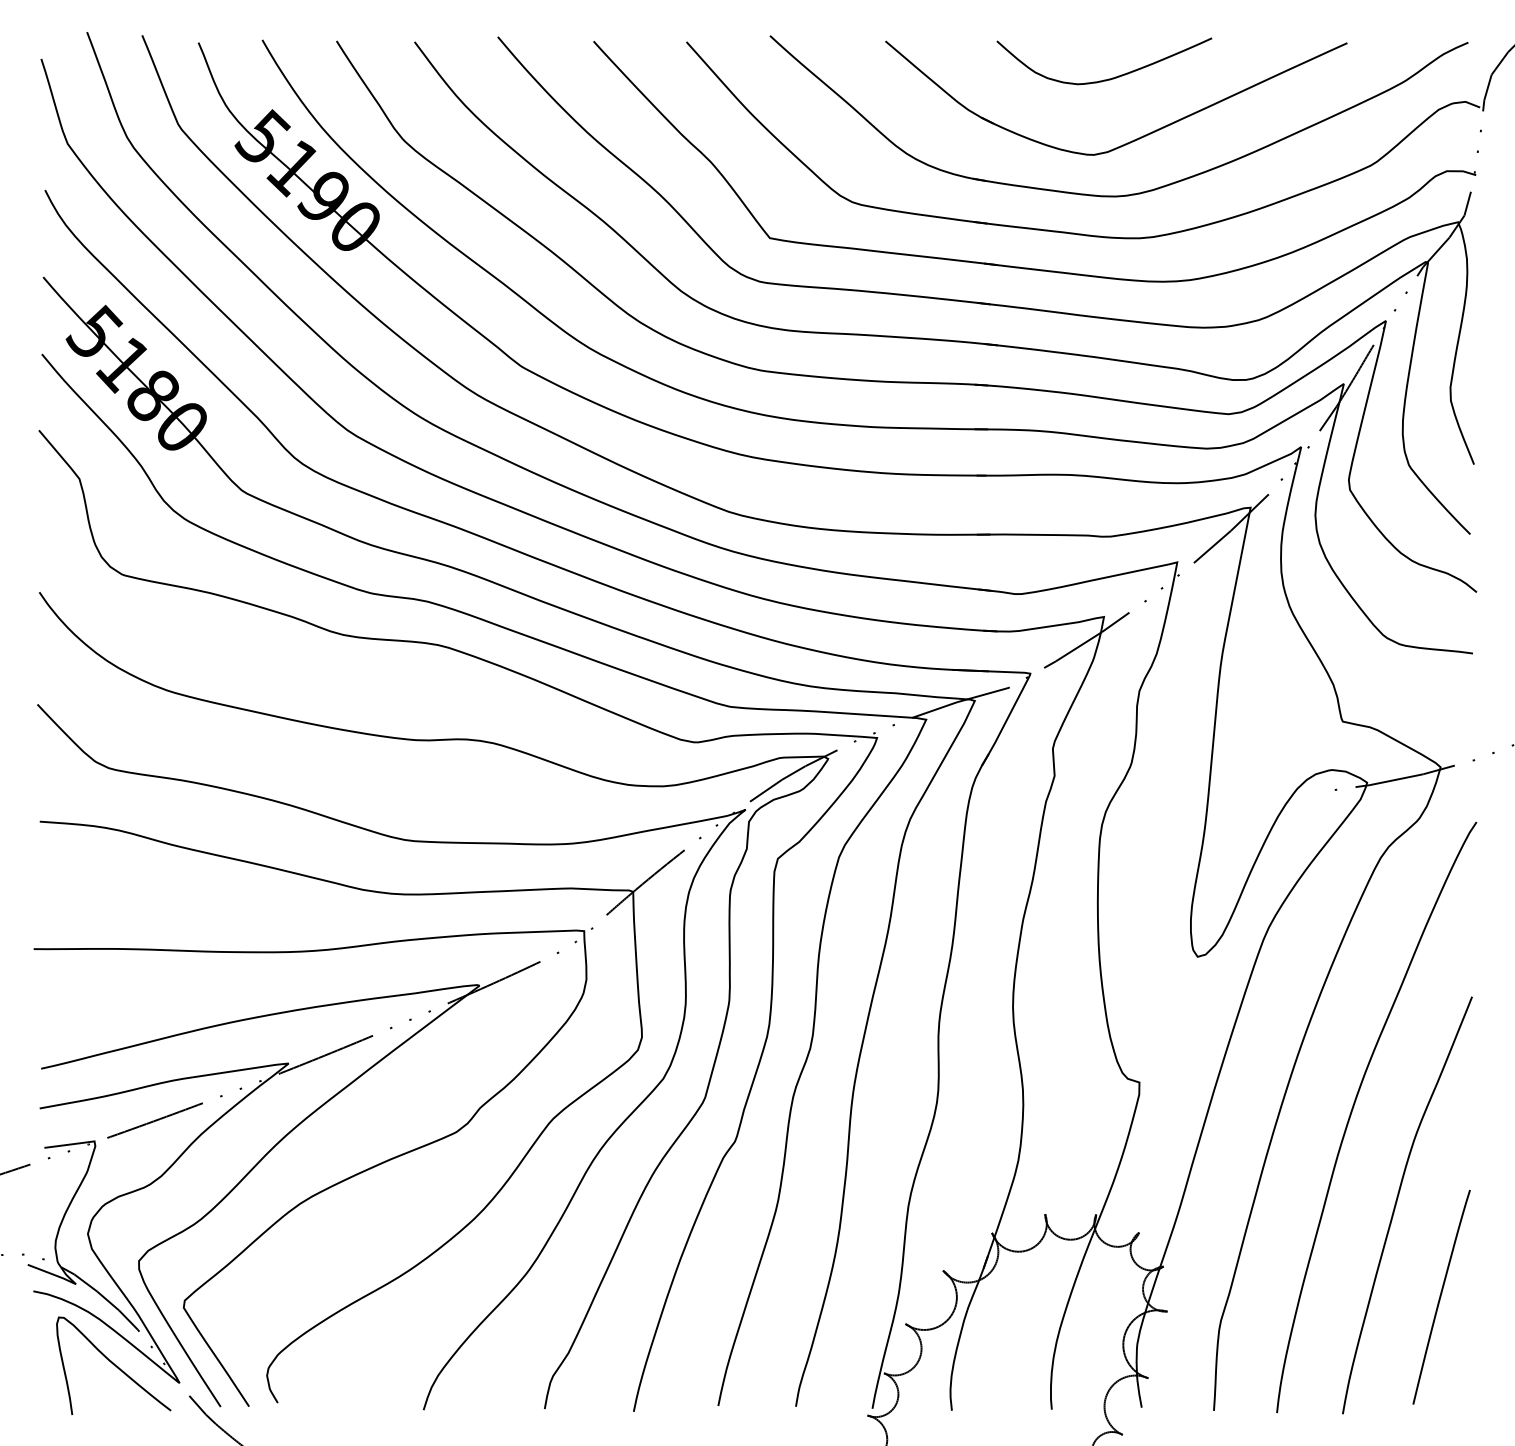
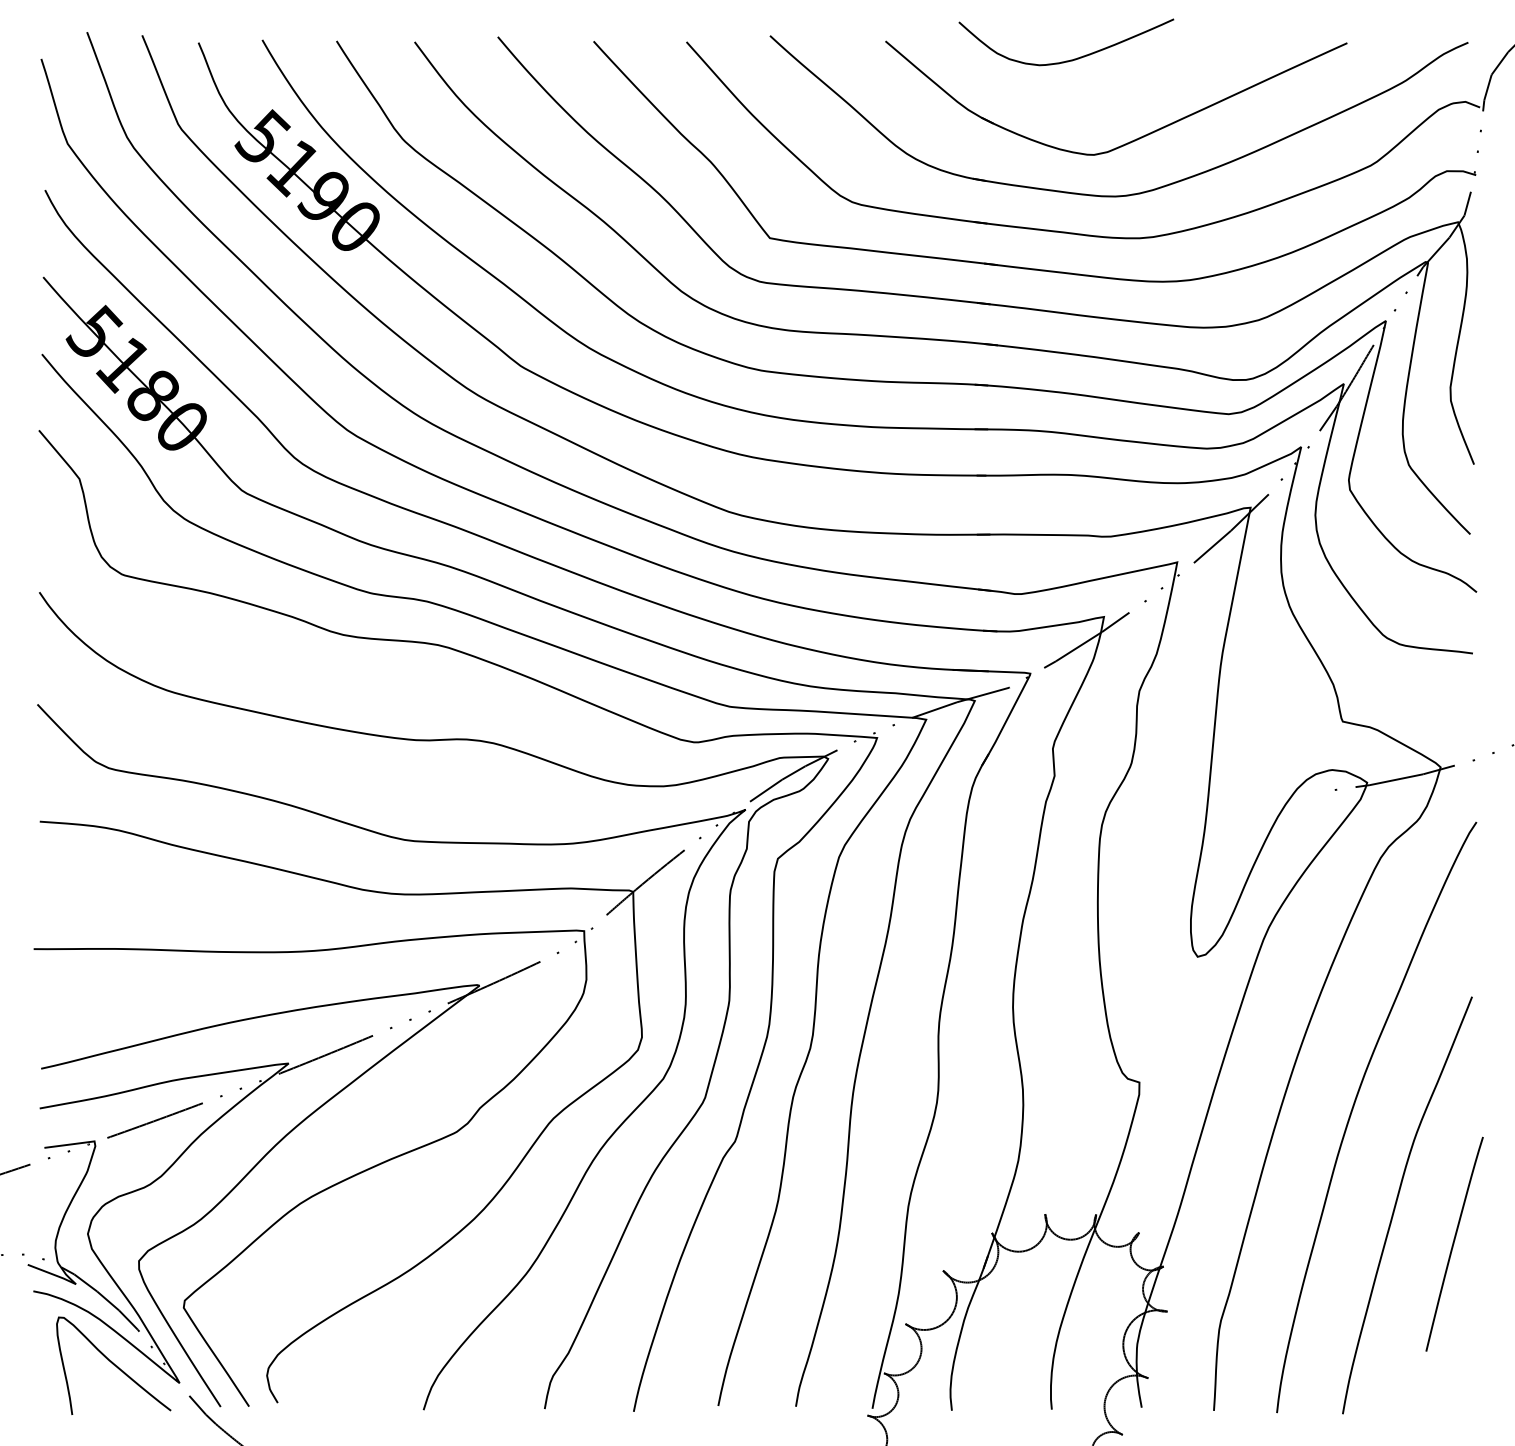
curve at (1108, 78) position: (1108, 78) -> (1070, 59)
curve at (1441, 1296) position: (1441, 1296) -> (1454, 1243)
